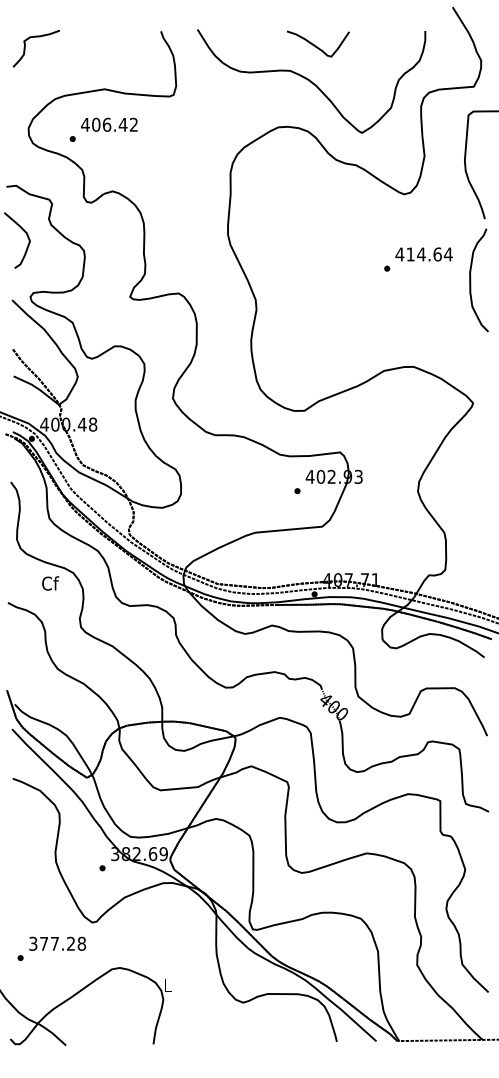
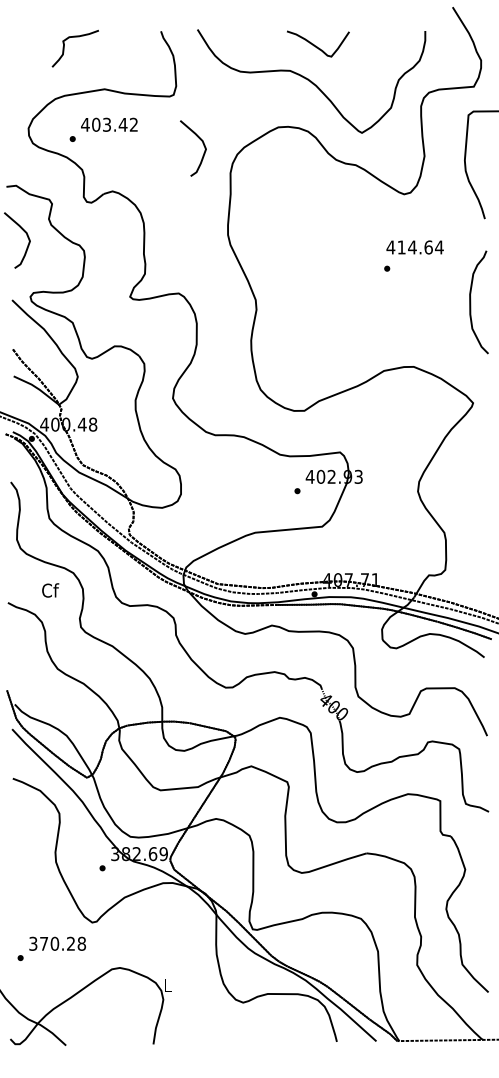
curve at (25, 48) position: (25, 48) -> (64, 48)
text at (106, 124): 406.42 -> 403.42
curve at (203, 146): none -> present
text at (423, 254) position: (423, 254) -> (414, 247)
curve at (471, 280) position: (471, 280) -> (471, 302)
text at (50, 583) position: (50, 583) -> (50, 590)
text at (54, 943): 377.28 -> 370.28
